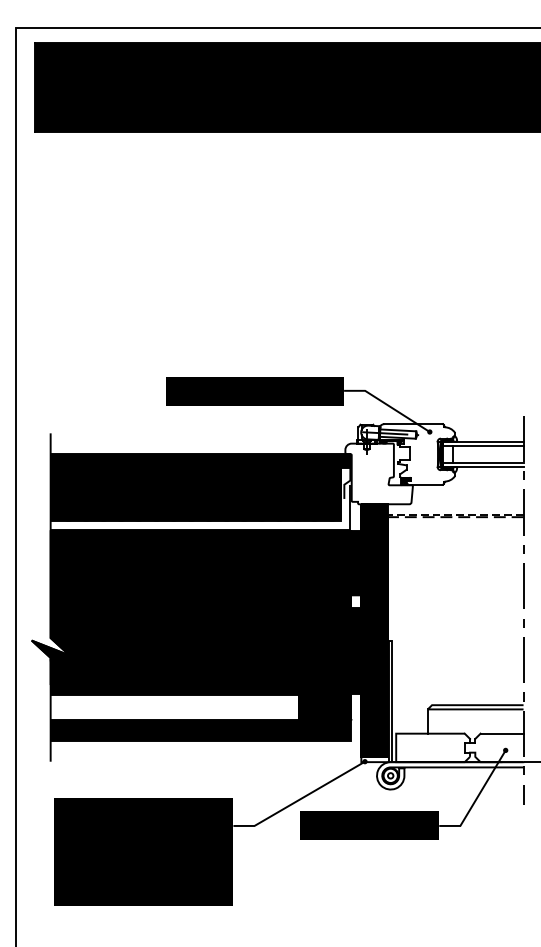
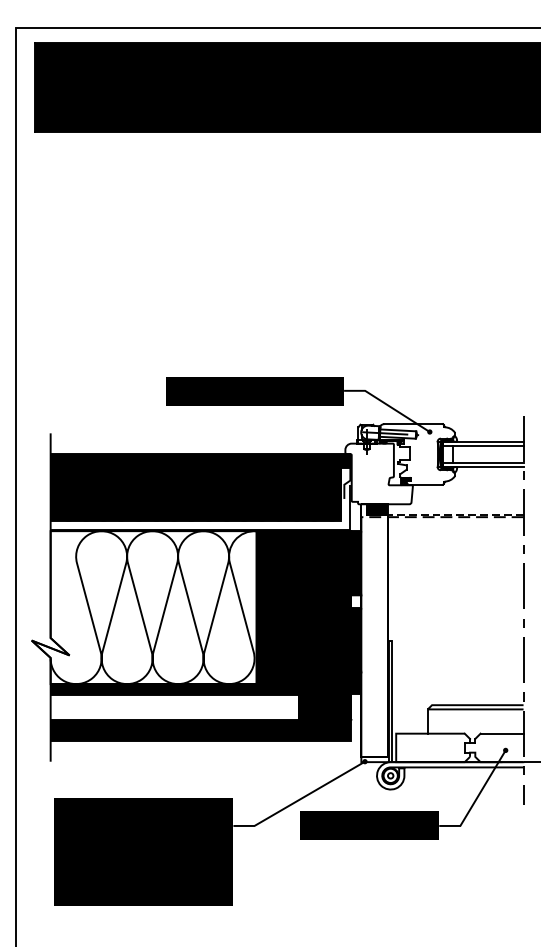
fill at (143, 607): present -> none
fill at (374, 630): present -> none
